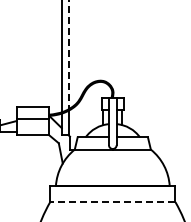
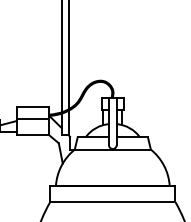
line at (68, 55): dashed -> solid
line at (112, 202): dashed -> solid
